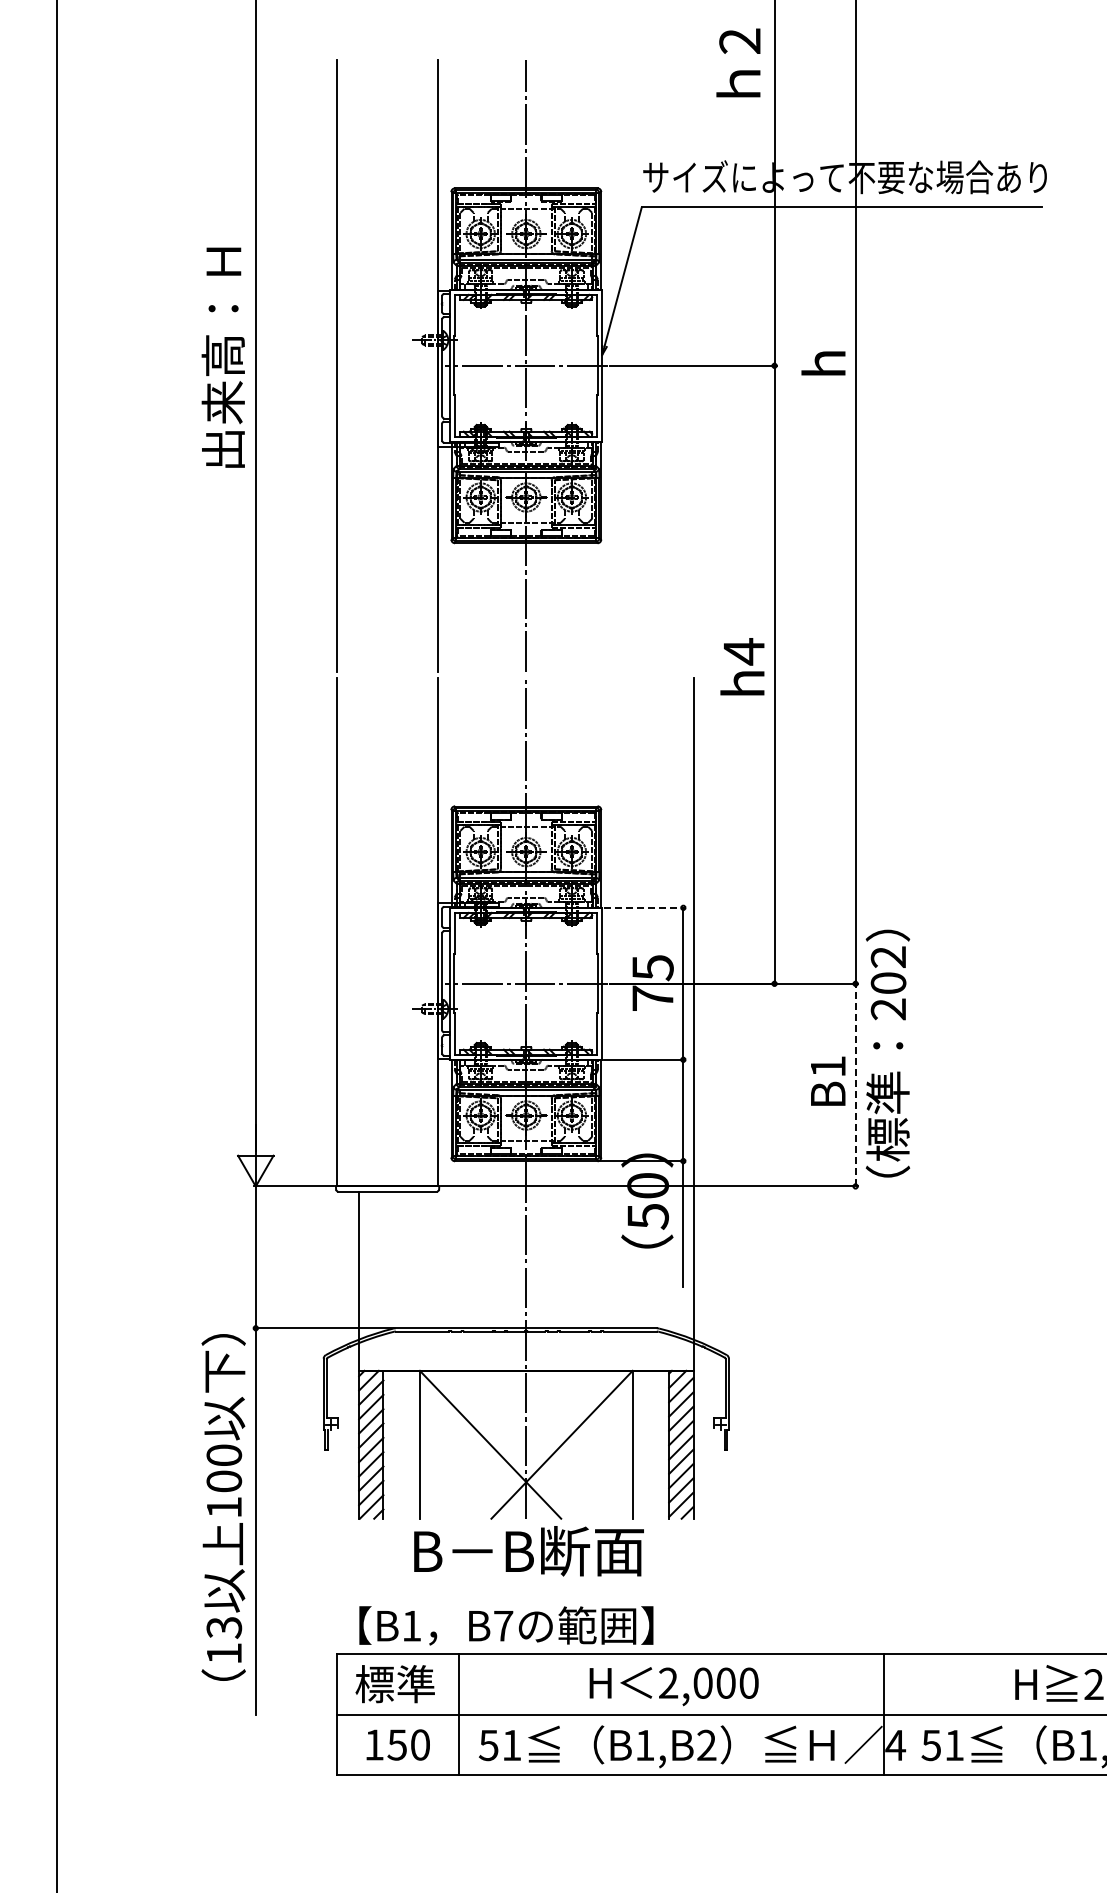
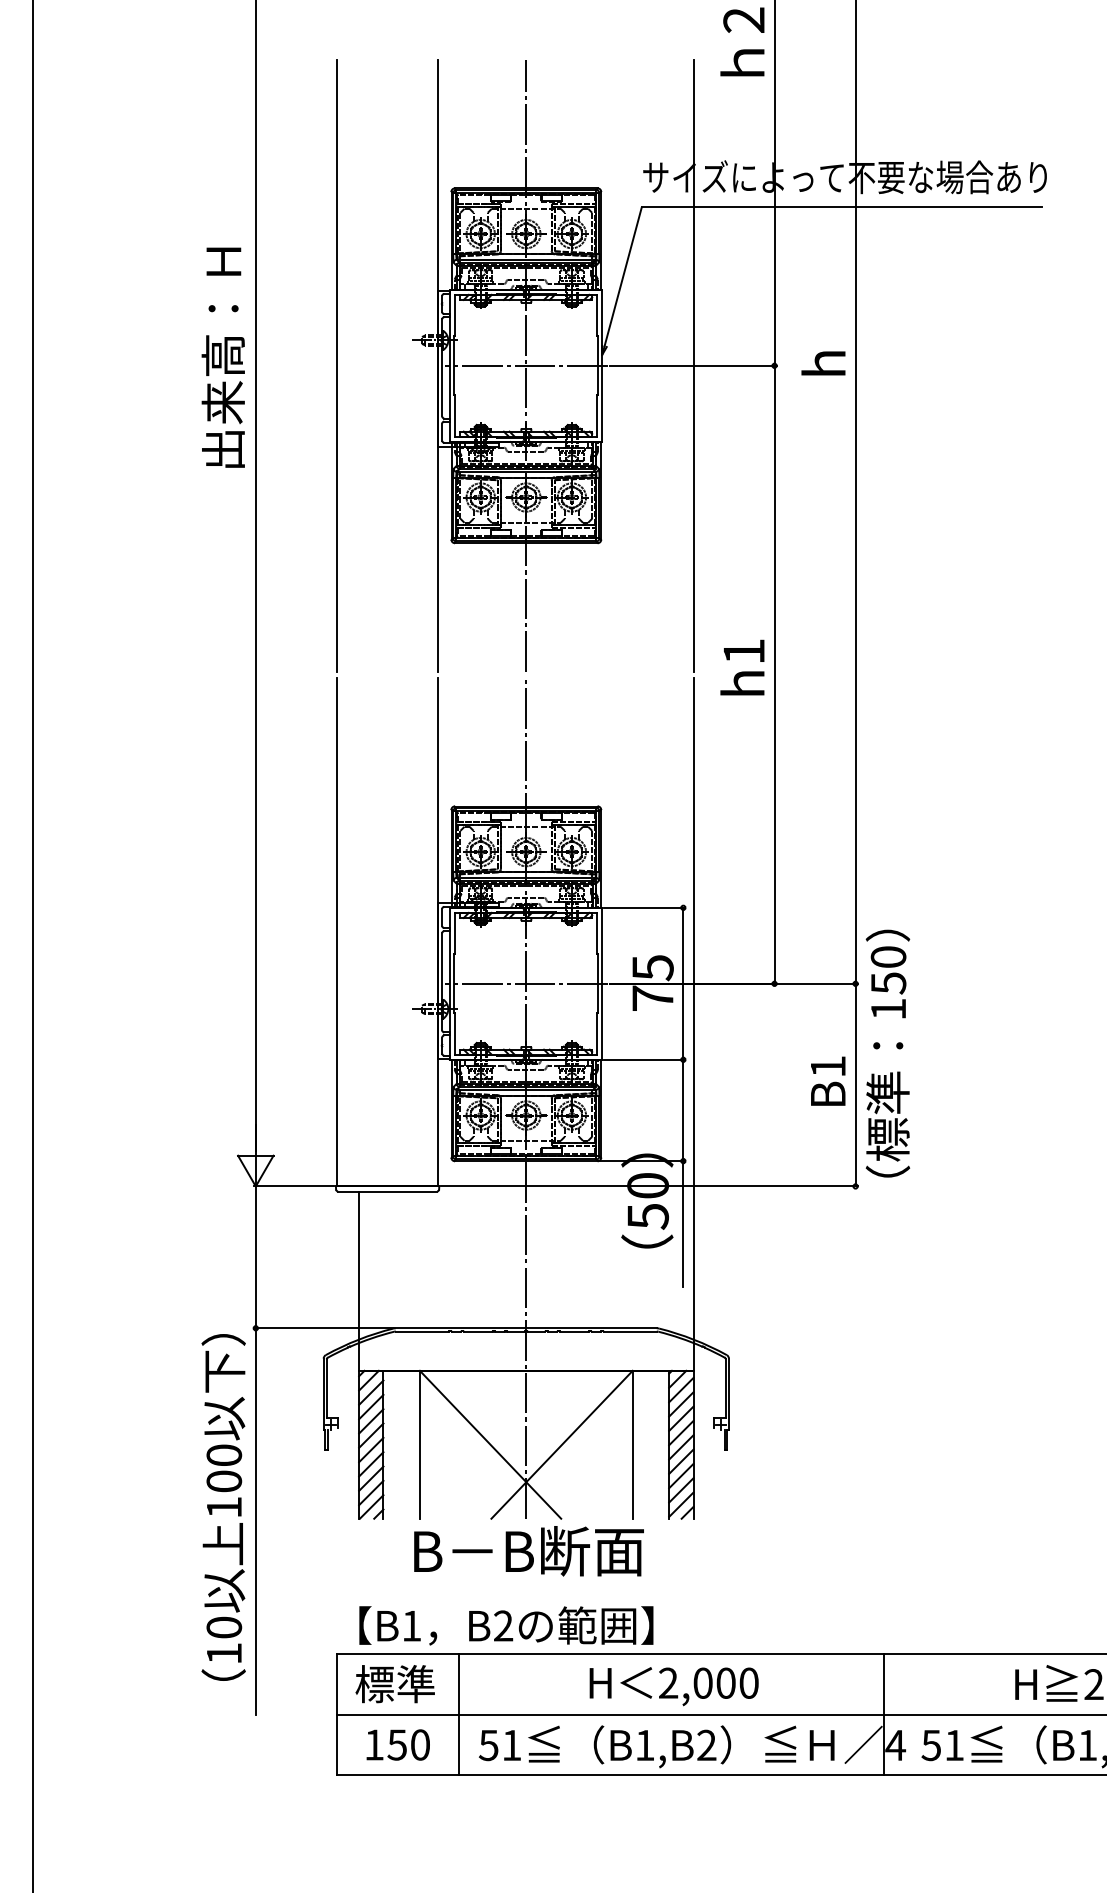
text at (738, 62) position: (738, 62) -> (742, 41)
line at (693, 365): none -> present
text at (743, 651): h4 -> h1
line at (644, 907): dashed -> solid
line at (57, 945) position: (57, 945) -> (33, 945)
text at (888, 983): 202 -> 150
line at (855, 1084): dashed -> solid
text at (503, 1625): B7 -> B2
text at (224, 1627): 13 -> 10
